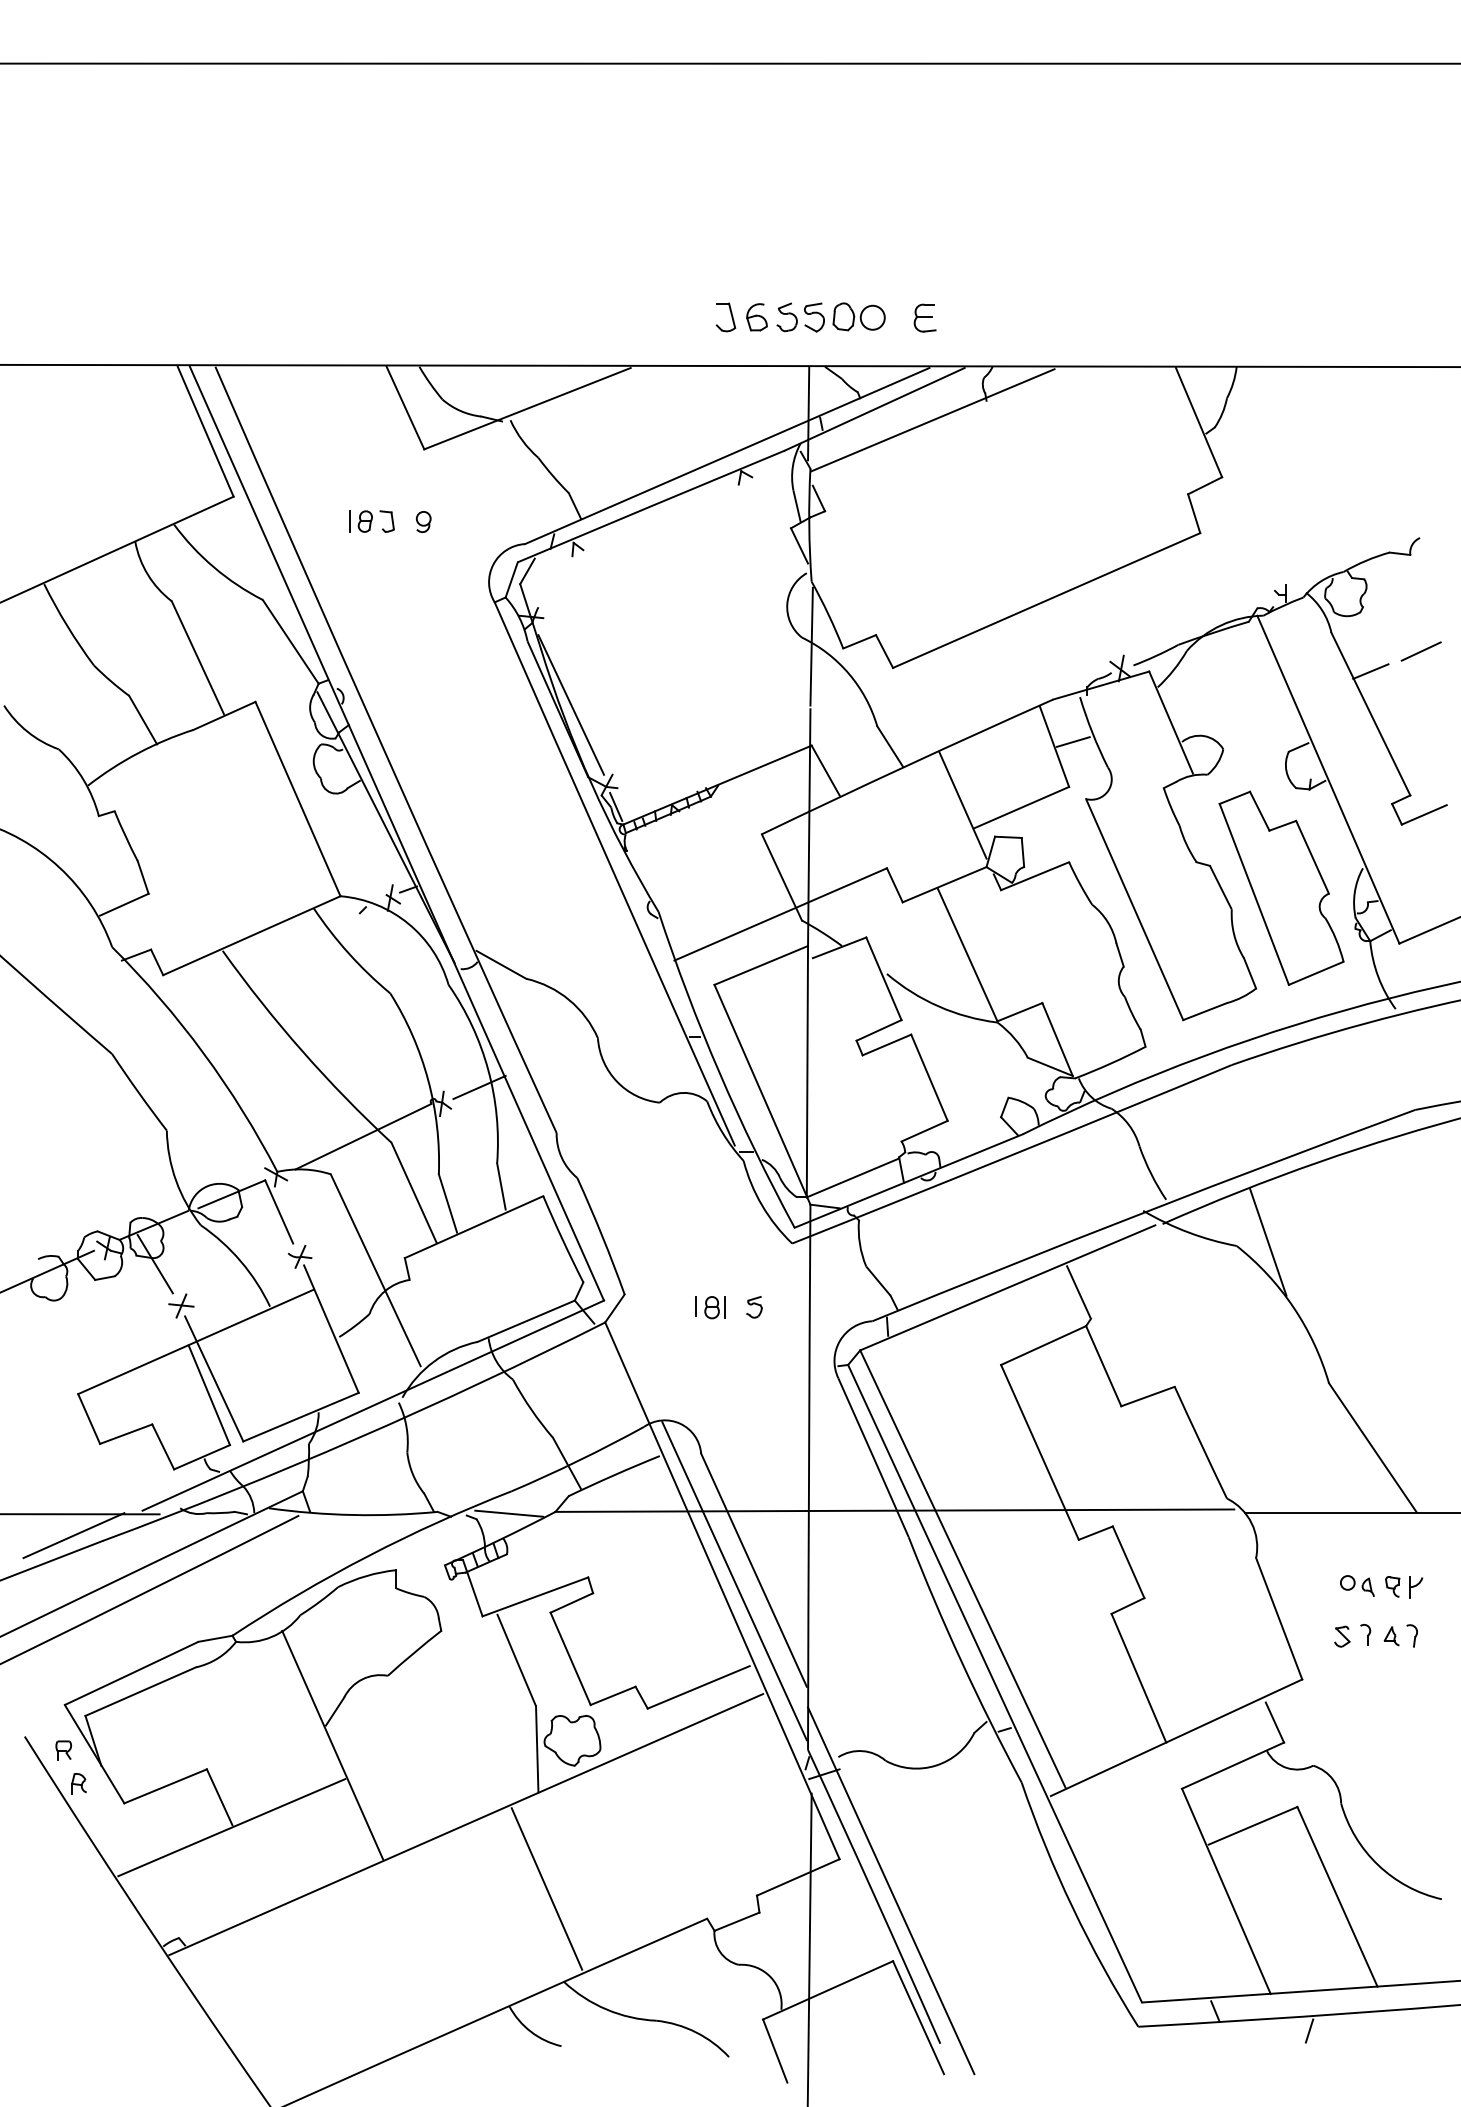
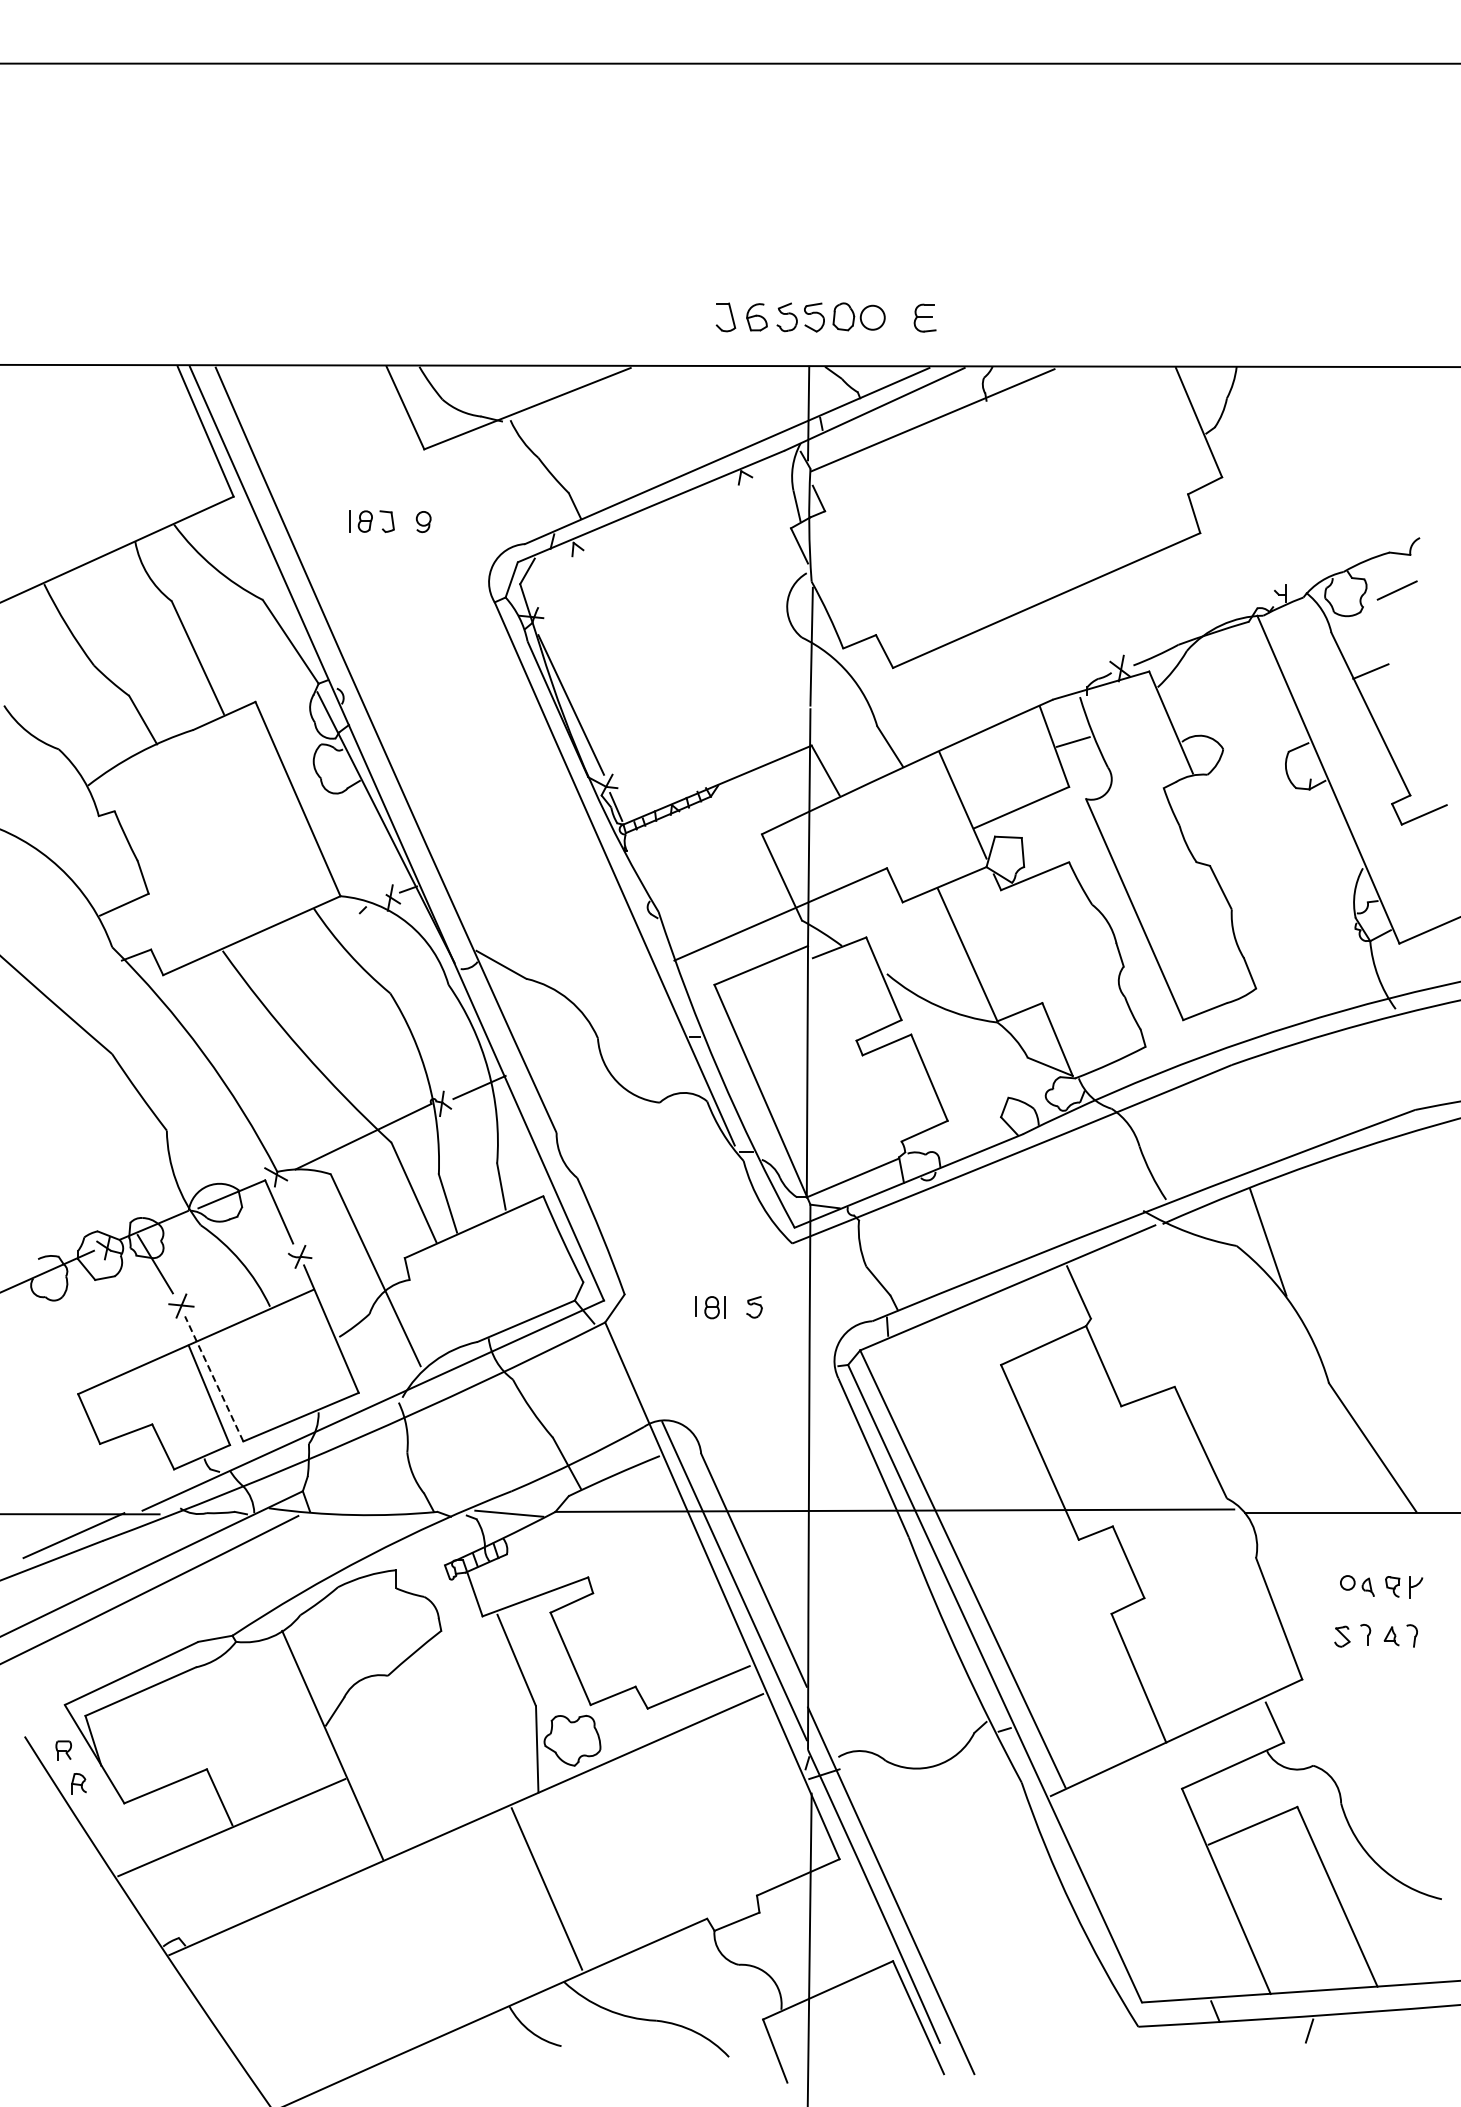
line at (1420, 651) position: (1420, 651) -> (1396, 590)
part at (1281, 887): present -> none
line at (214, 1378): solid -> dashed
